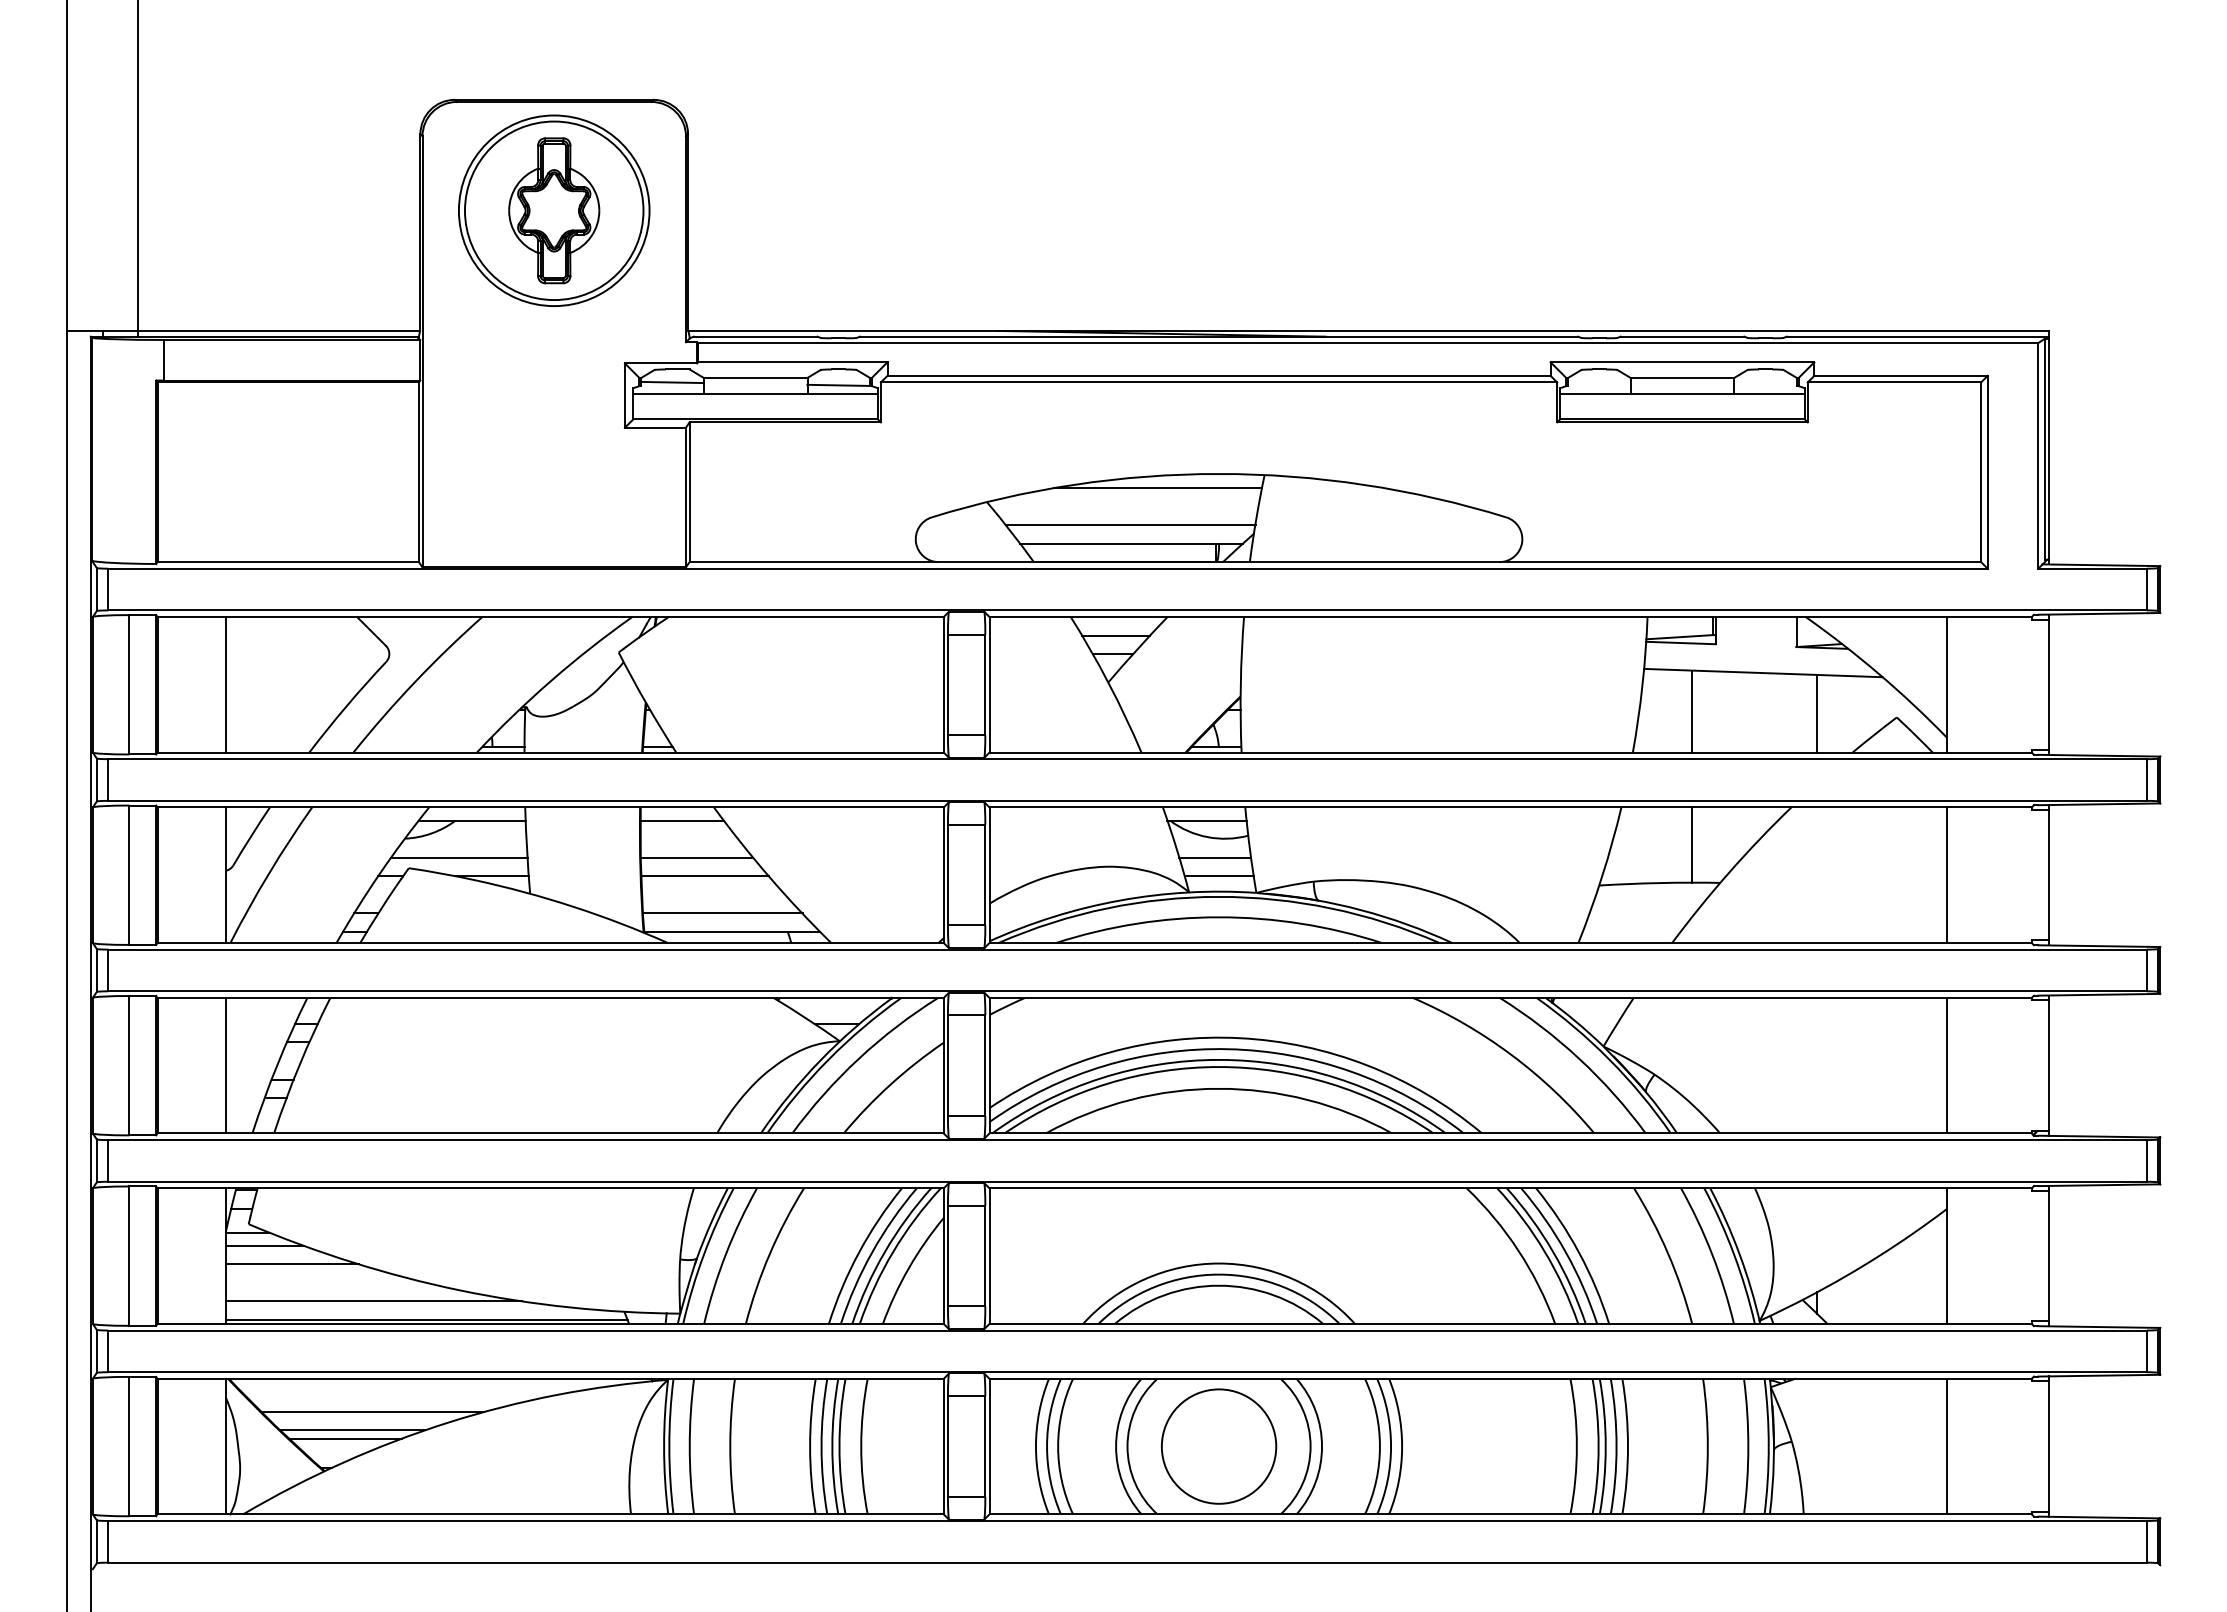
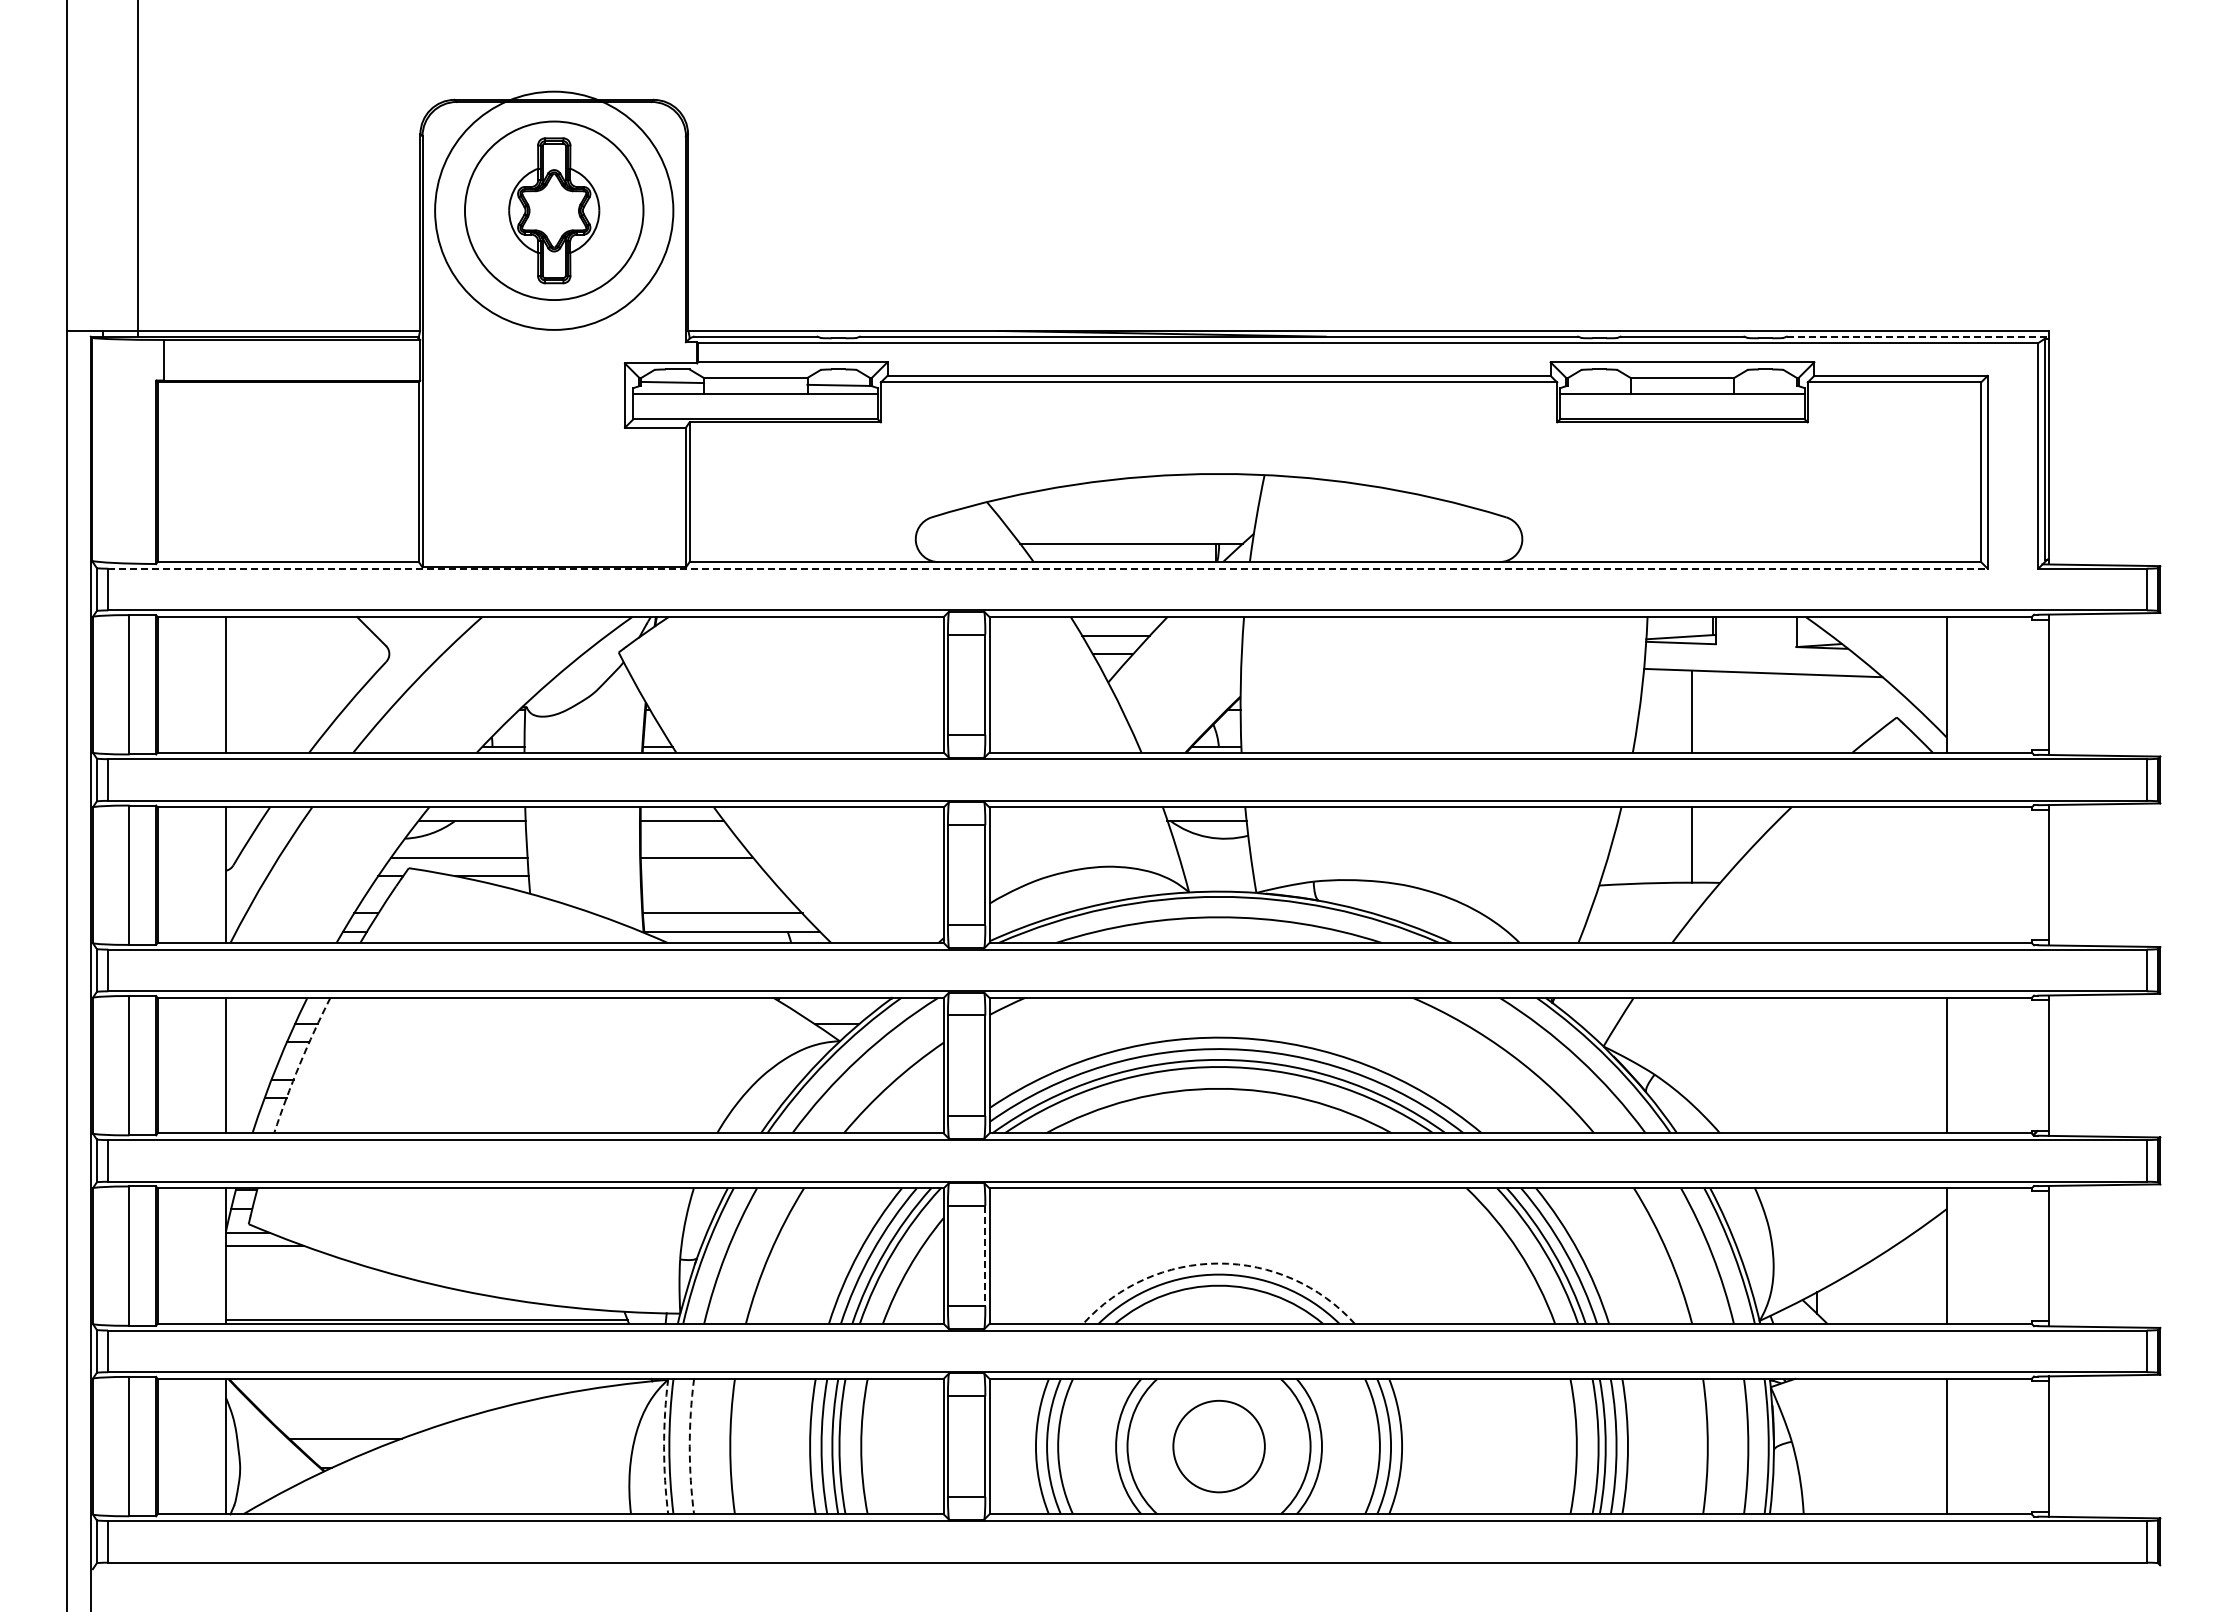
circle at (553, 210) diameter: 191 px -> 238 px
line at (1917, 336): solid -> dashed
line at (1157, 488): present -> none
line at (1130, 525): present -> none
line at (1048, 568): solid -> dashed
line at (1817, 713): present -> none
line at (1215, 857): present -> none
line at (1946, 875): present -> none
line at (705, 876): present -> none
line at (1218, 876): present -> none
arc at (299, 1064): solid -> dashed
line at (985, 1256): solid -> dashed
arc at (1219, 1263): solid -> dashed
line at (292, 1264): present -> none
line at (374, 1301): present -> none
line at (372, 1412): present -> none
line at (352, 1430): present -> none
arc at (664, 1446): solid -> dashed
arc at (689, 1446): solid -> dashed
circle at (1219, 1446) size: 117x117 px -> 94x95 px
